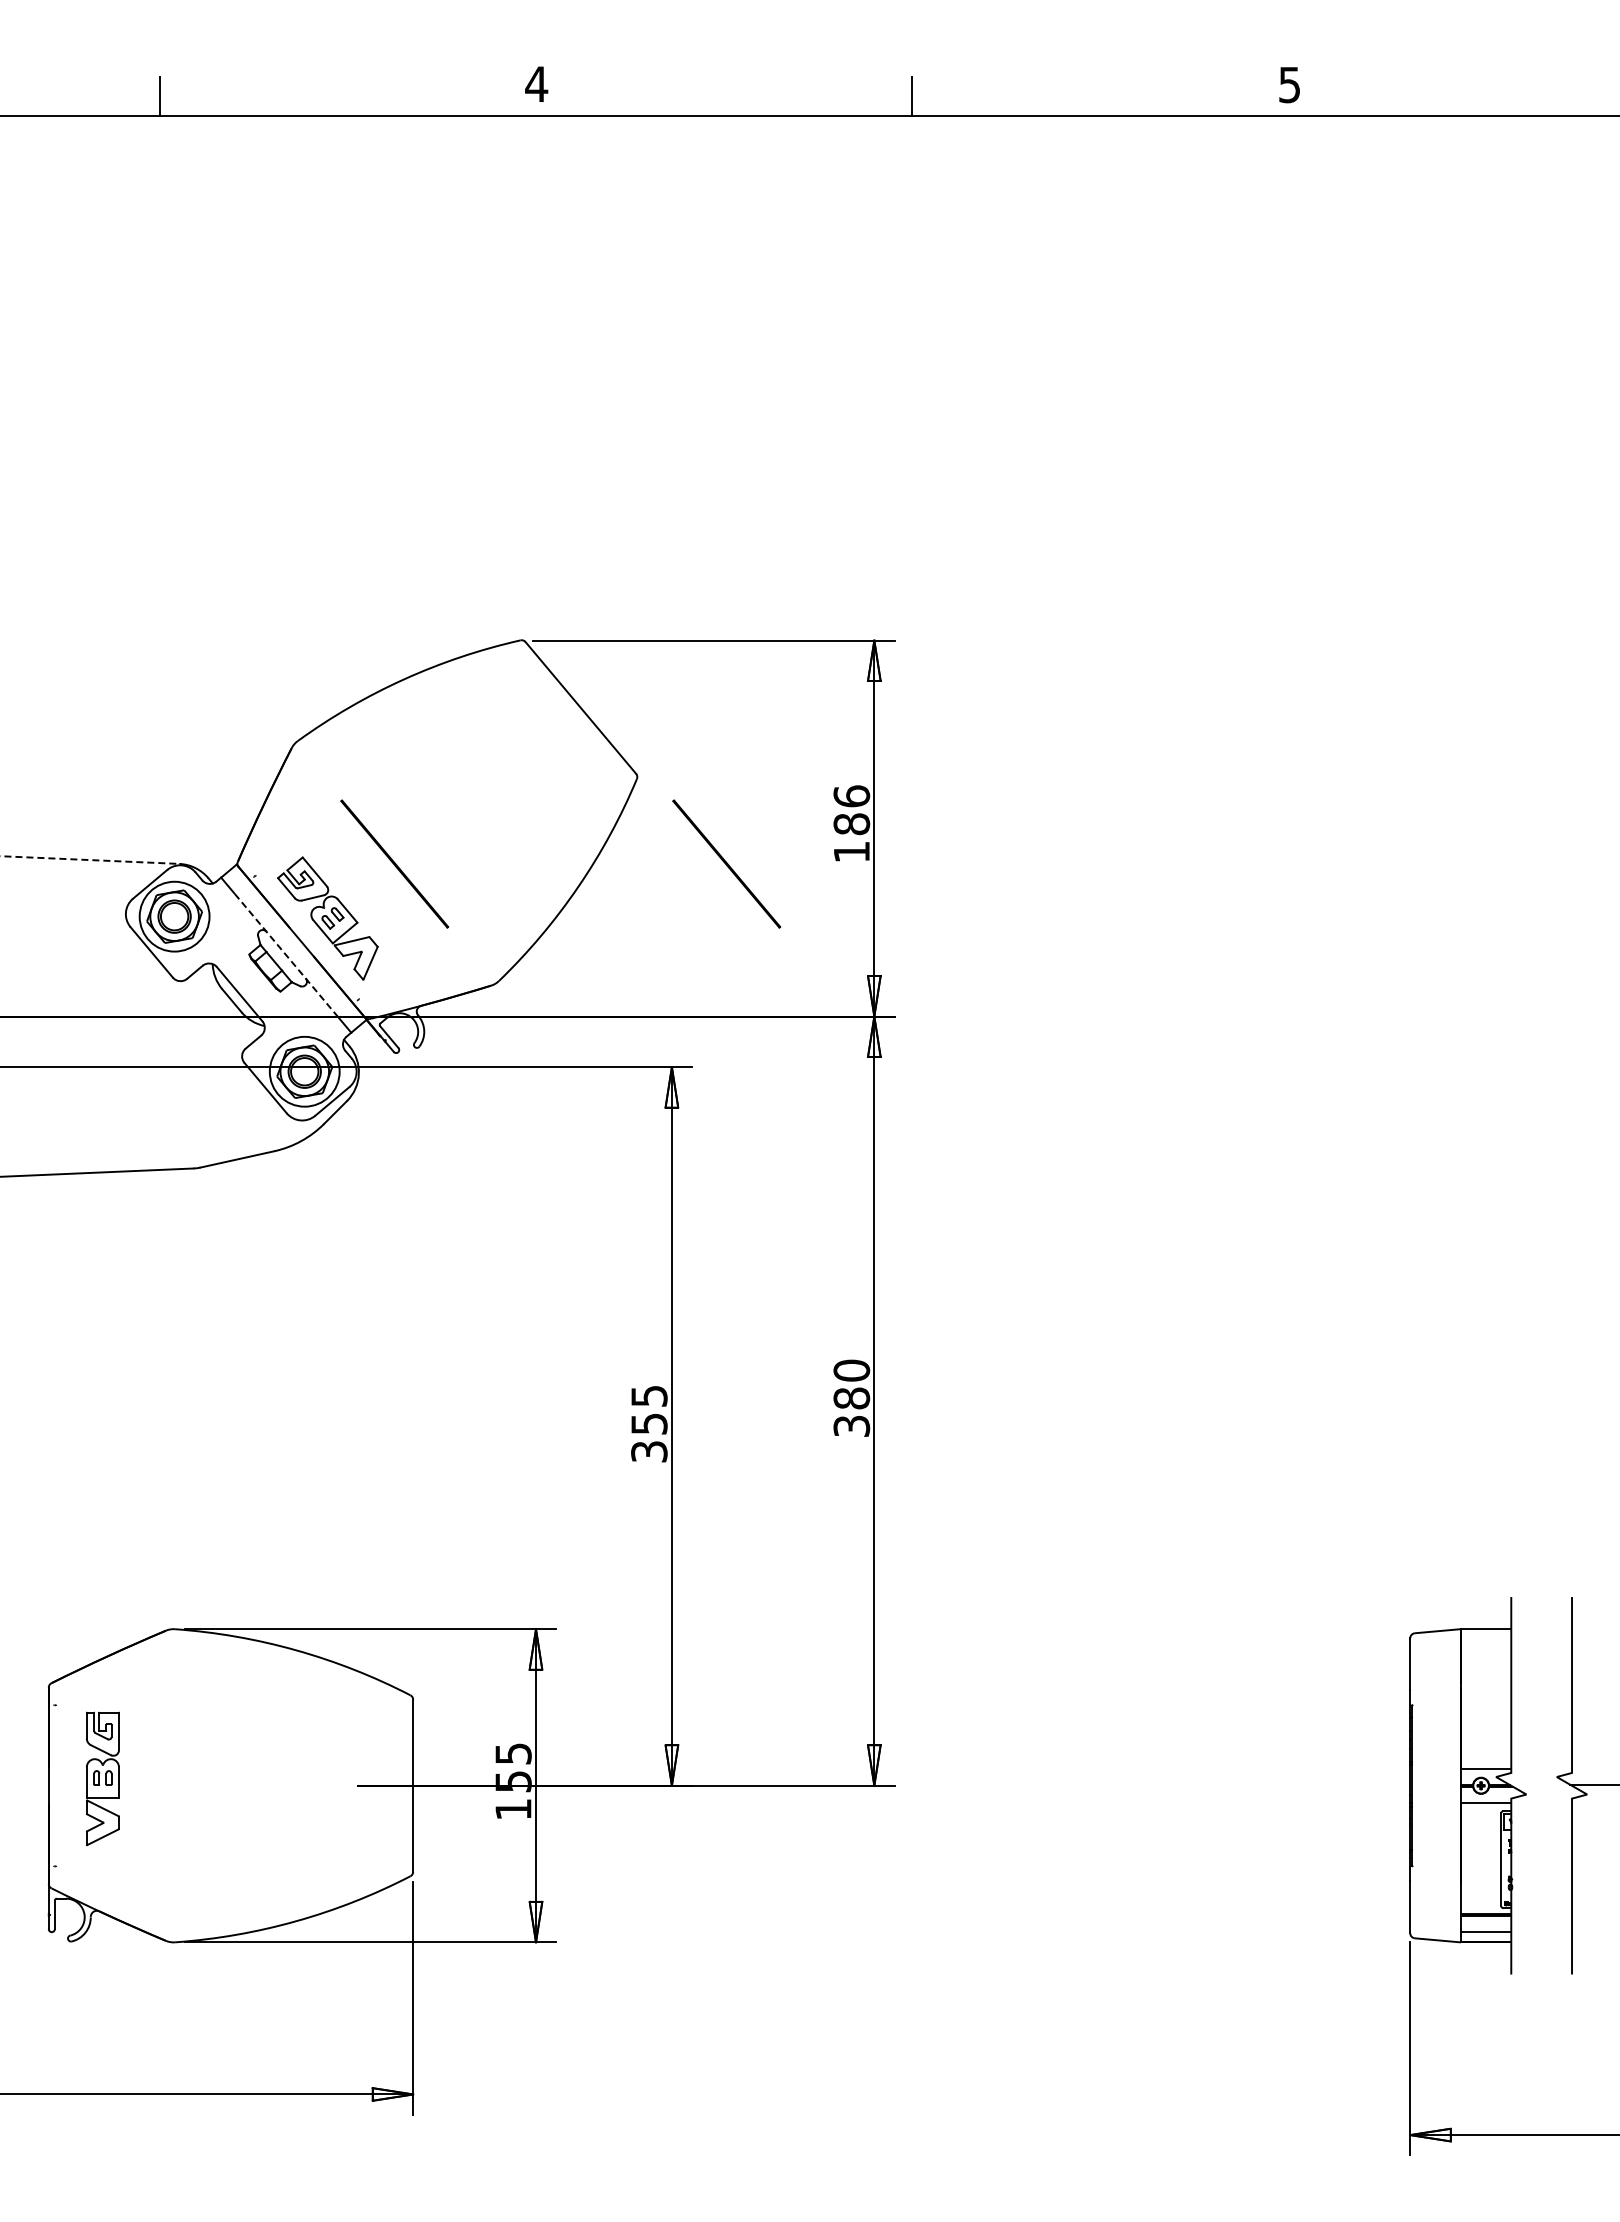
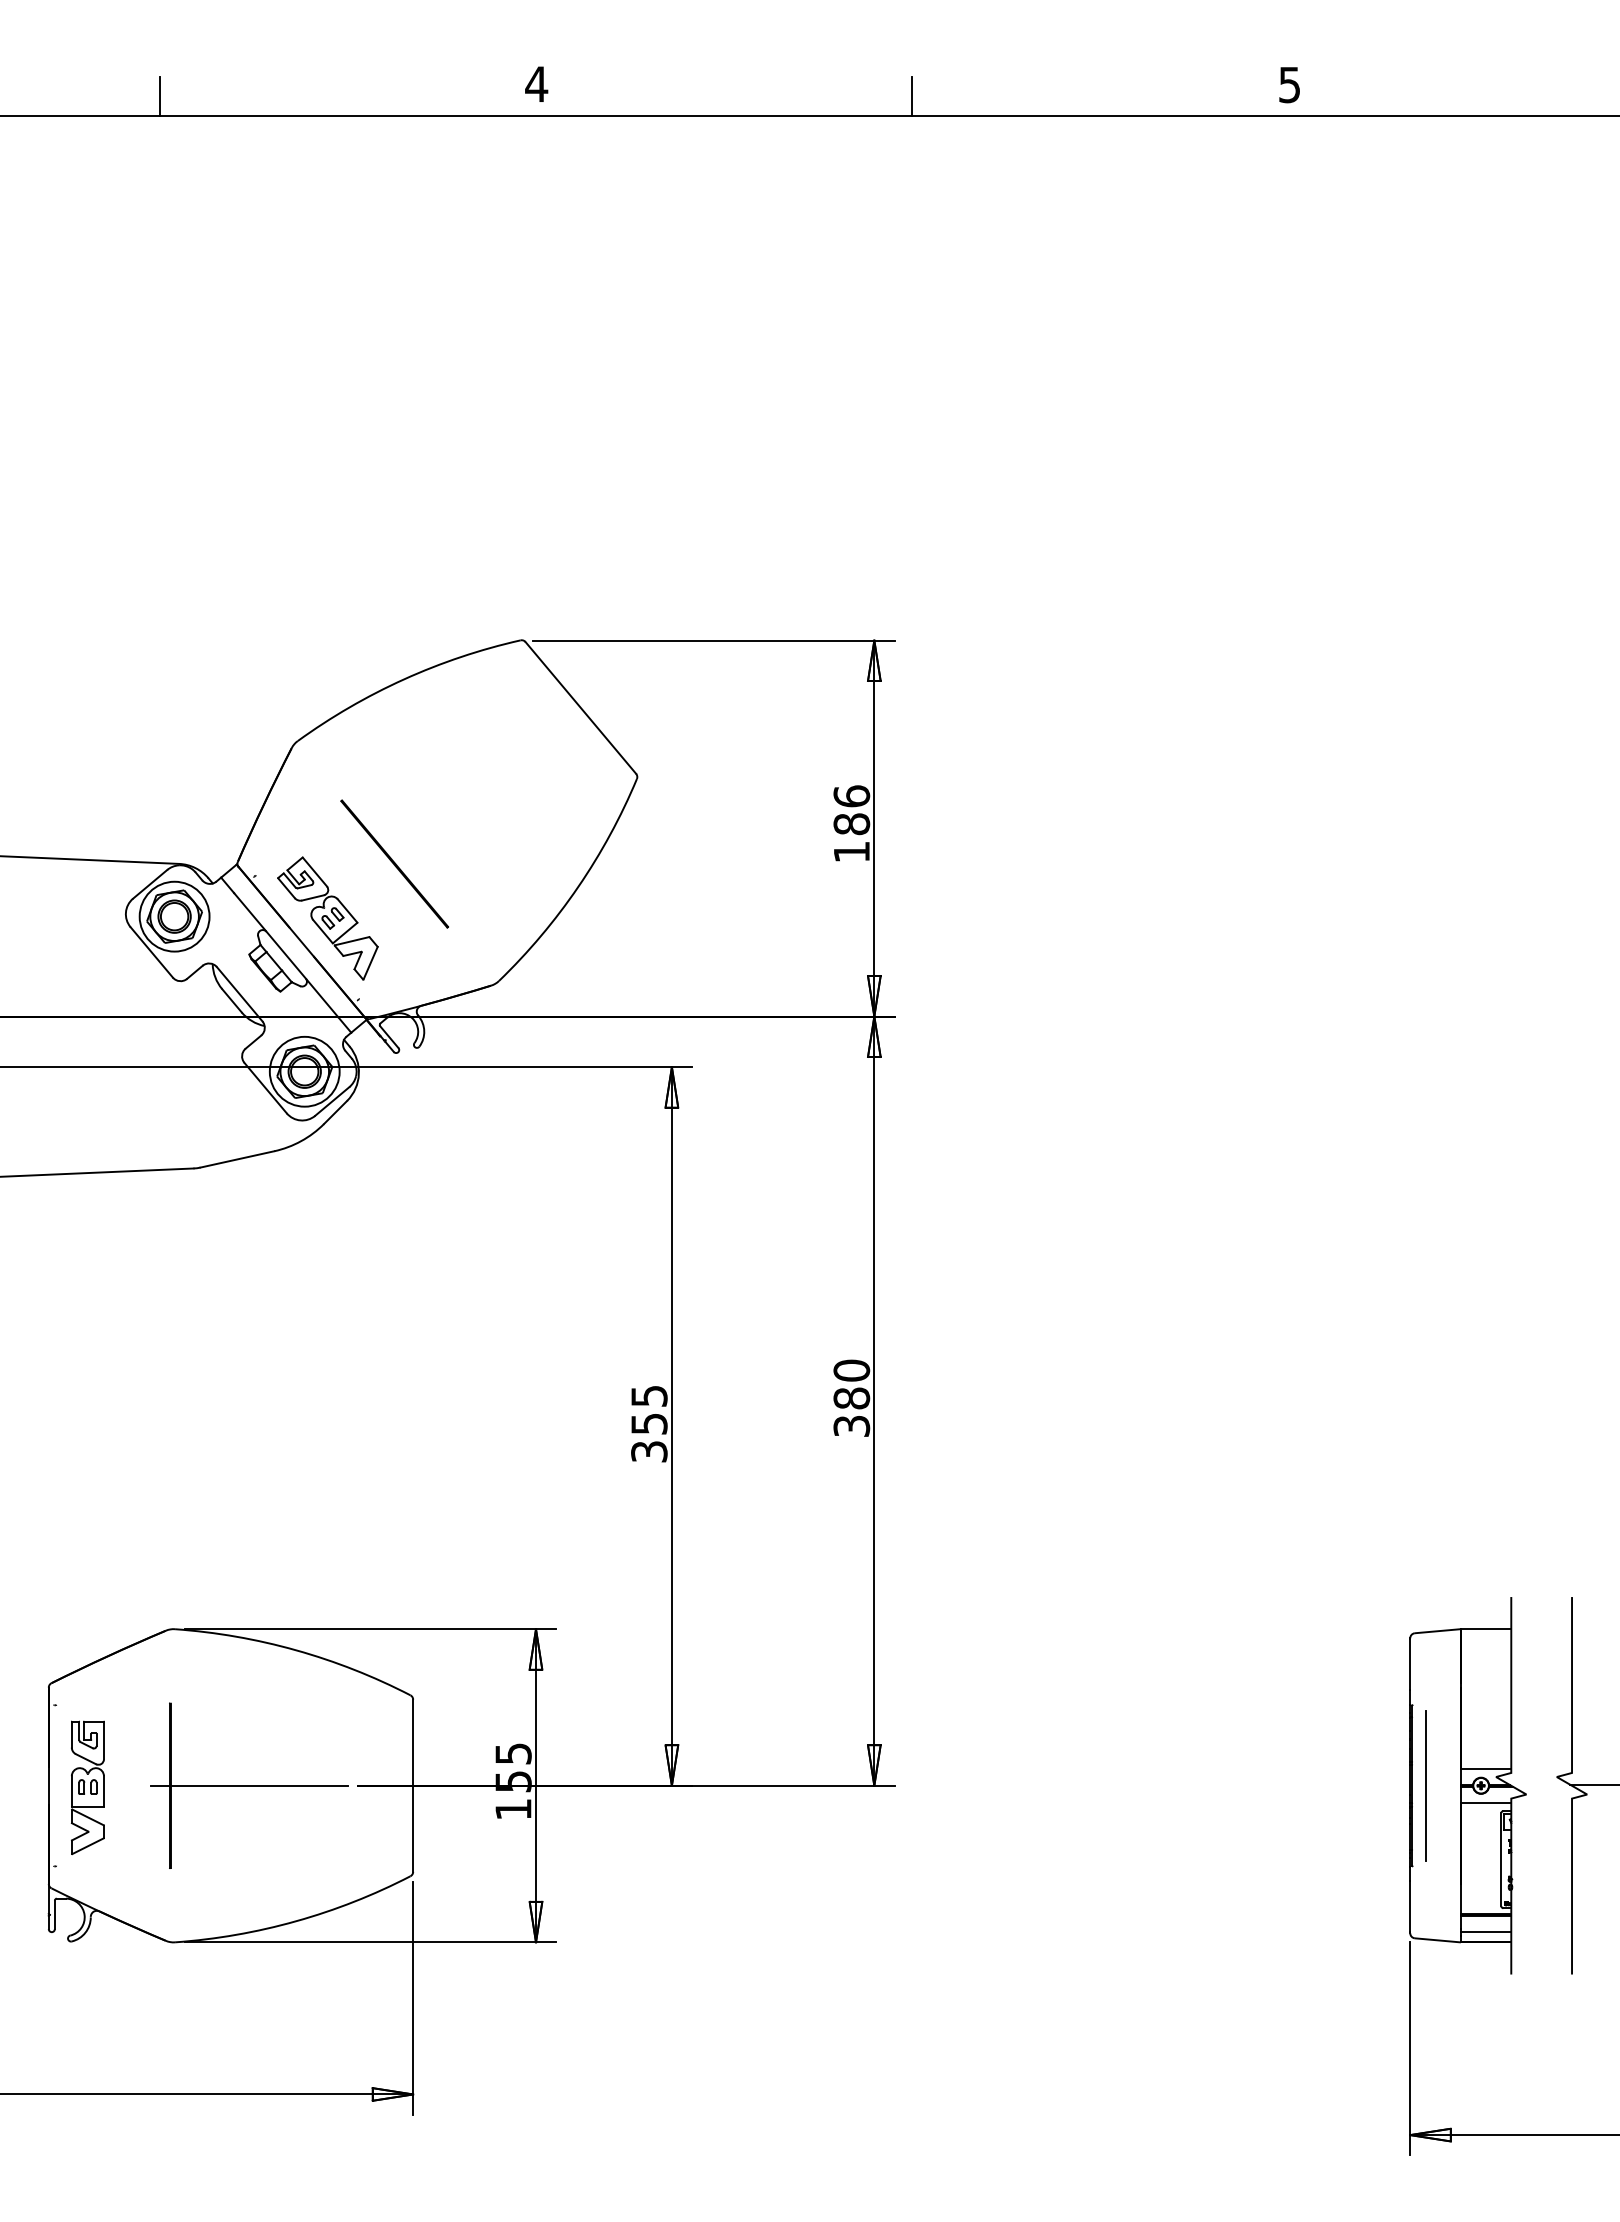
line at (90, 860): dashed -> solid
line at (726, 863): present -> none
line at (286, 955): dashed -> solid
part at (102, 1778) position: (102, 1778) -> (87, 1787)
part at (249, 1785): none -> present
line at (1426, 1785): none -> present
